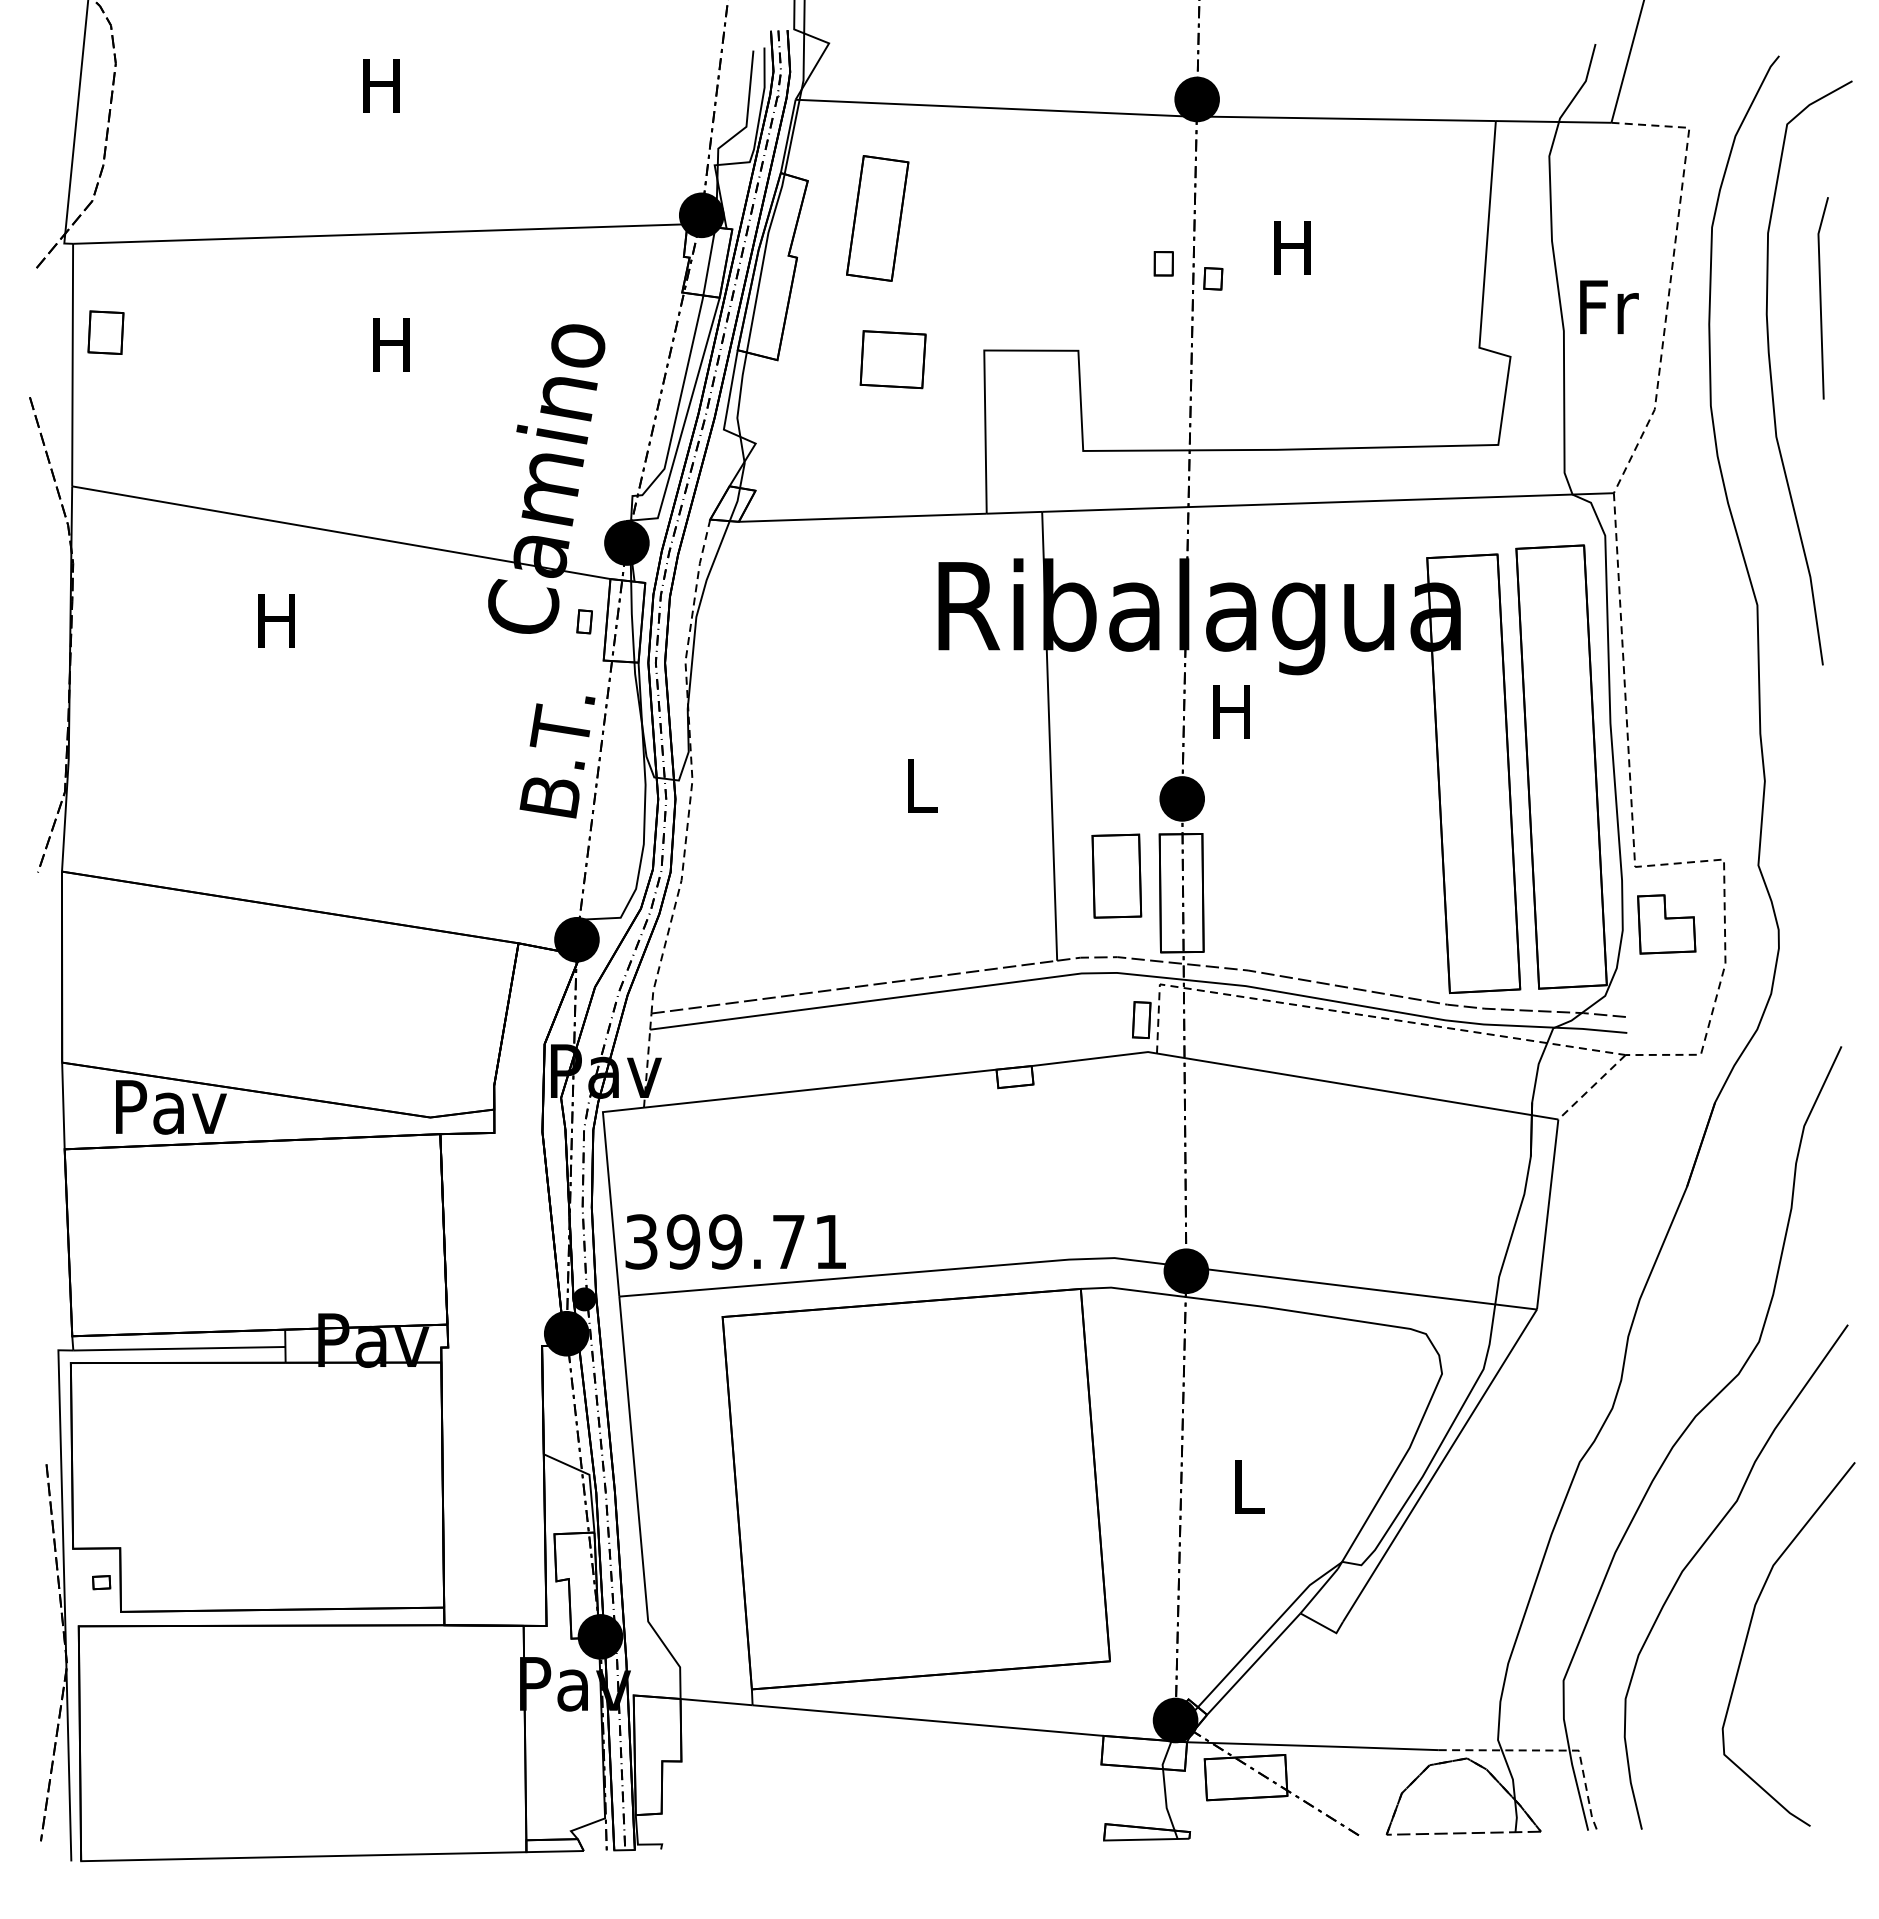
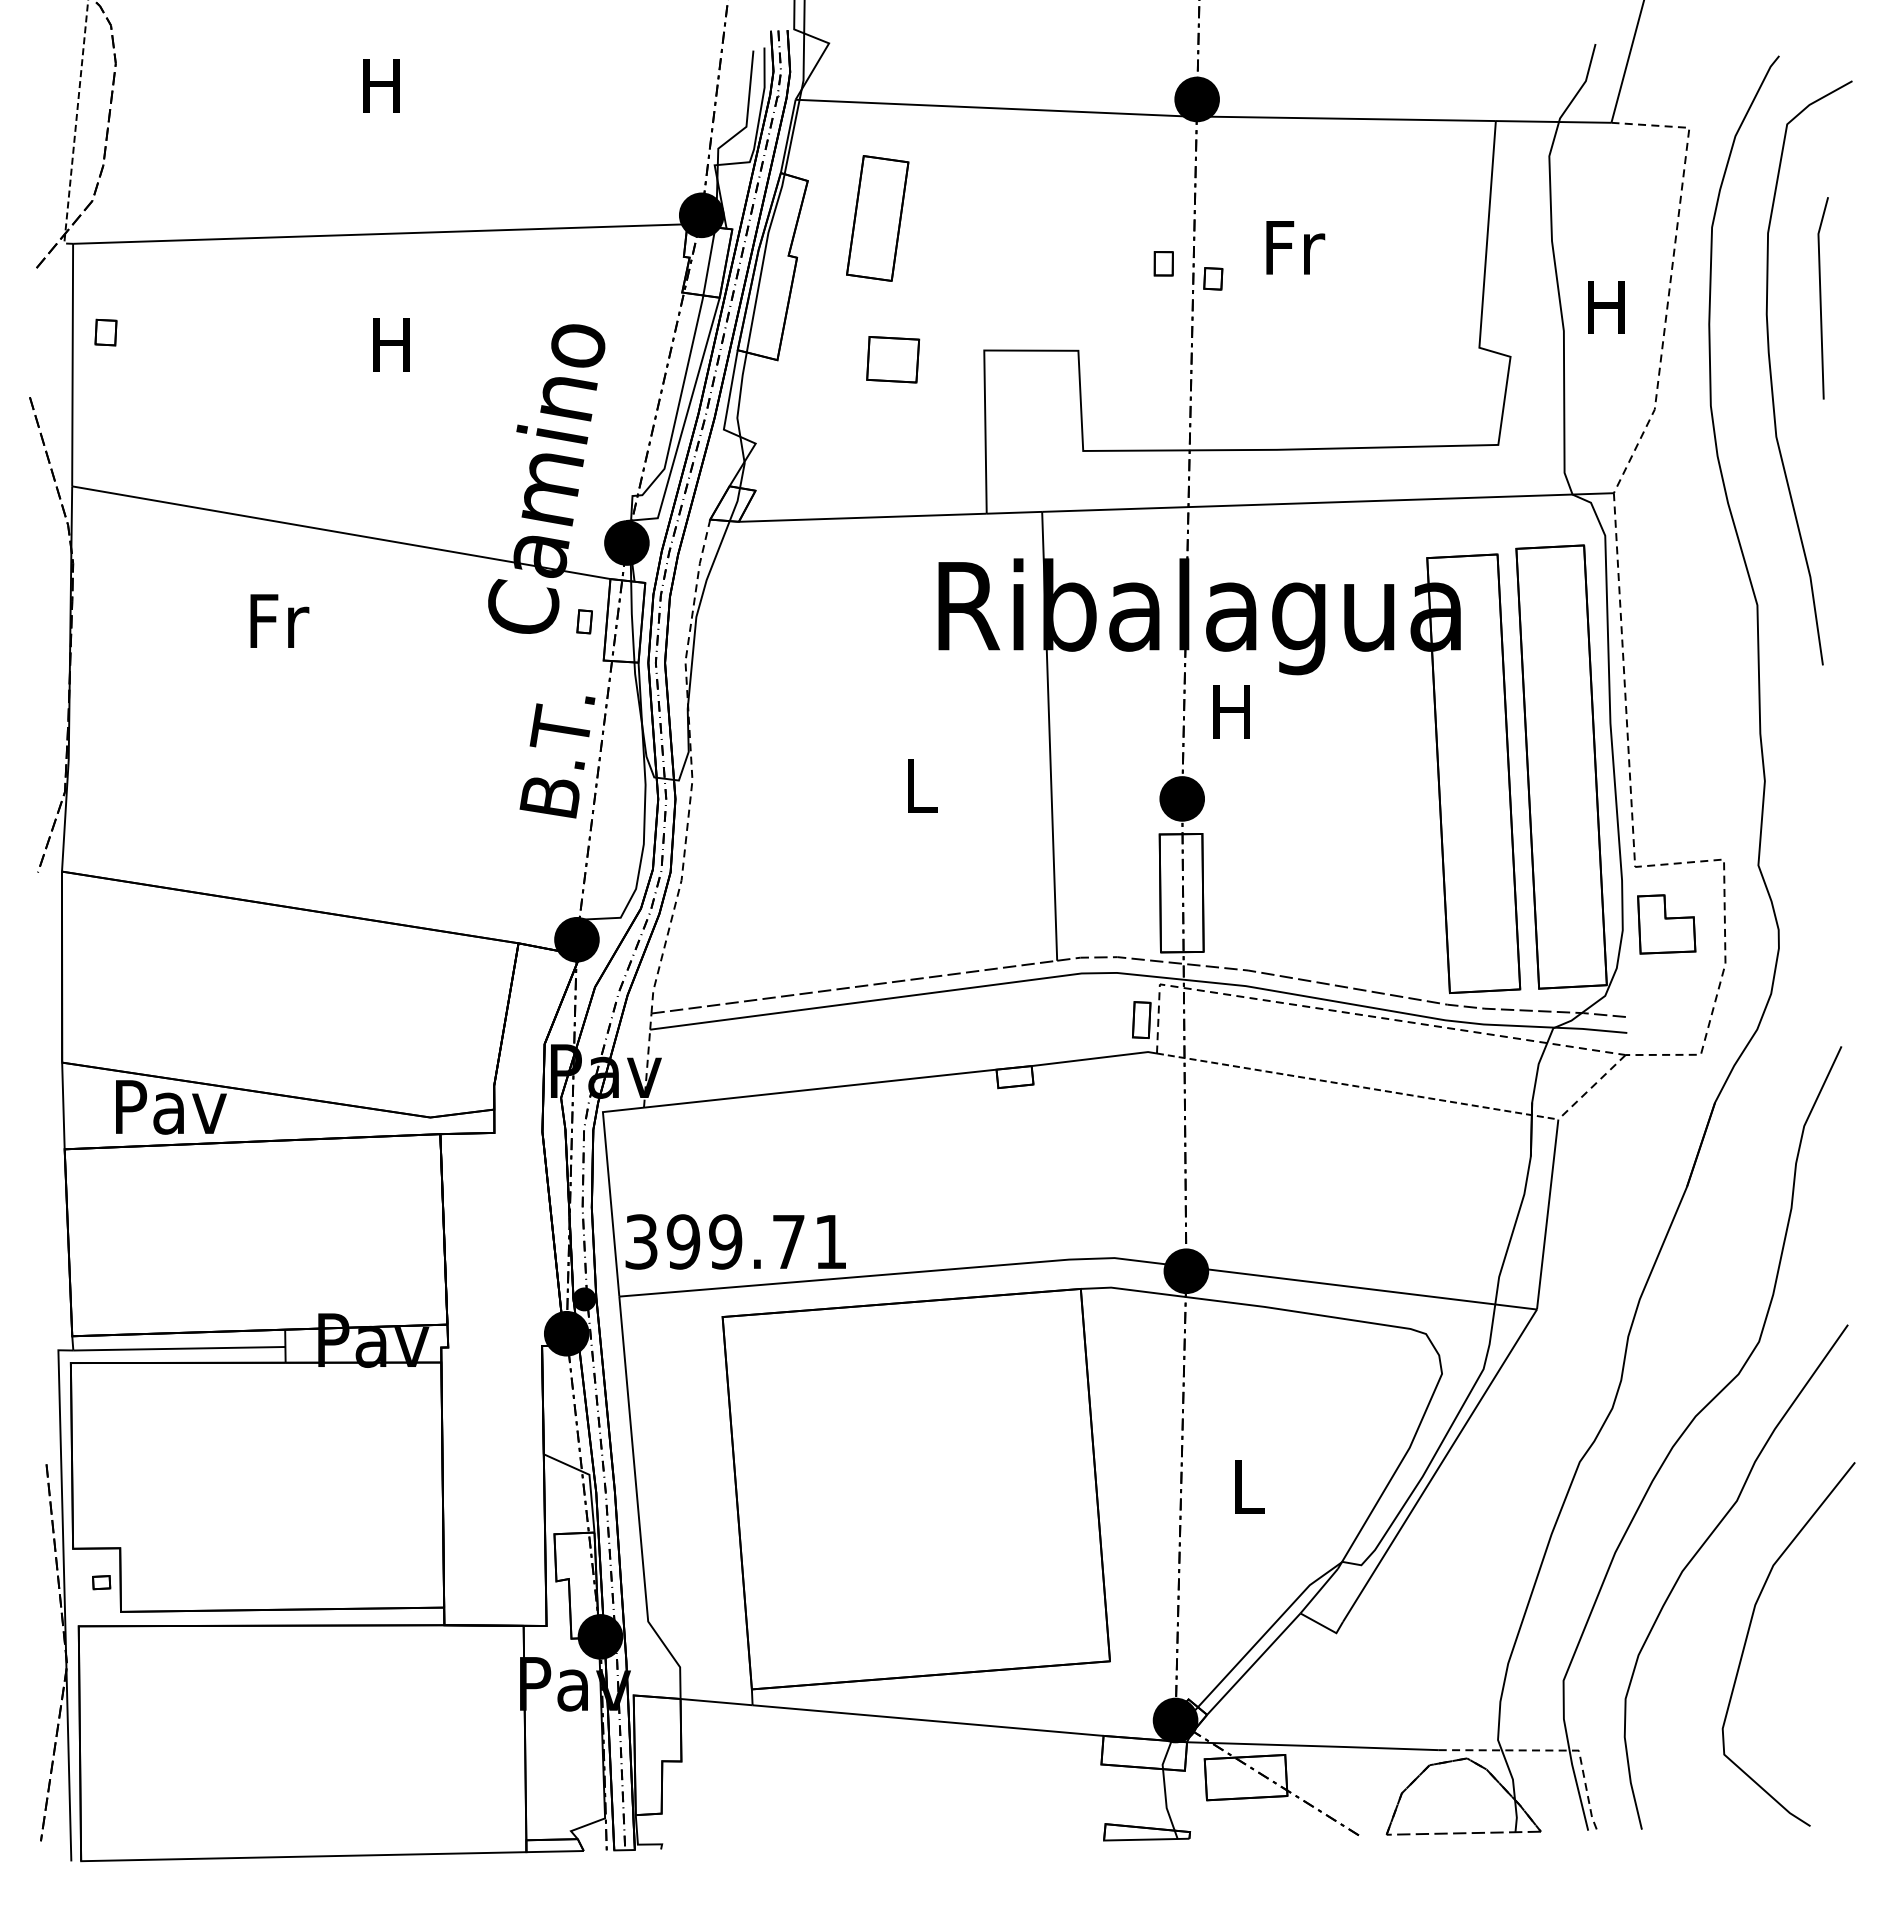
line at (75, 127): solid -> dashed
text at (1295, 247): H -> Fr
text at (1609, 307): Fr -> H
part at (105, 332) size: 38x45 px -> 24x29 px
part at (892, 359) size: 68x60 px -> 55x48 px
text at (279, 620): H -> Fr
part at (1116, 875): present -> none
line at (1358, 1086): solid -> dashed
